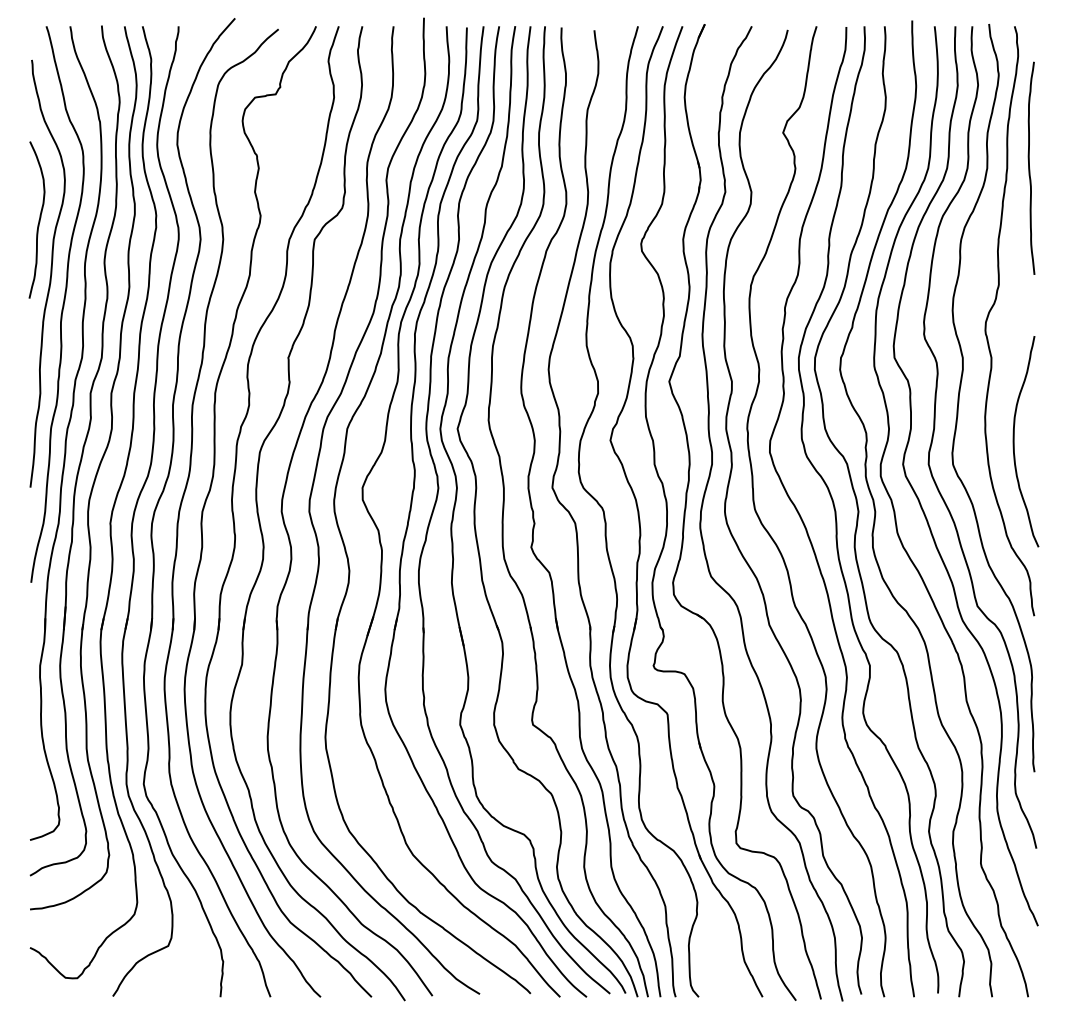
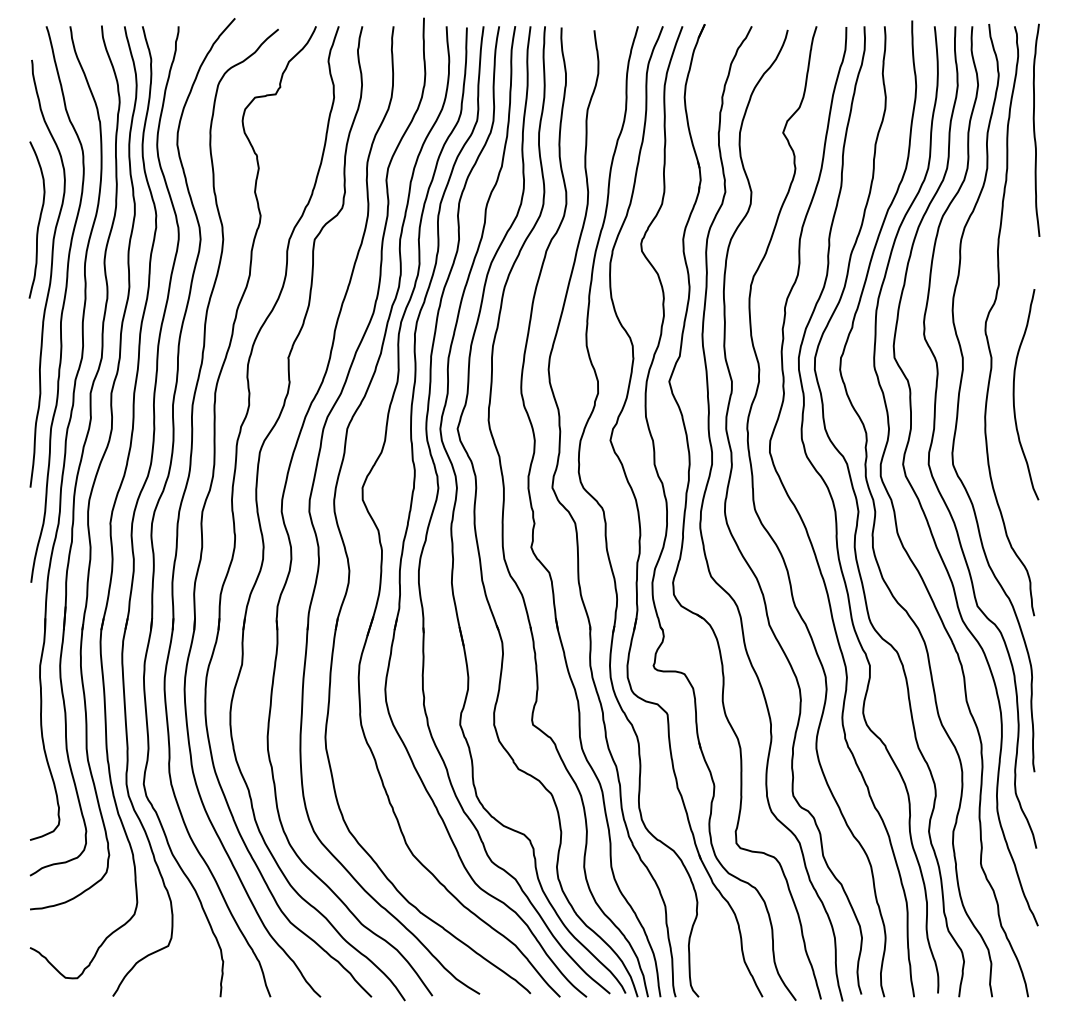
curve at (1030, 168) position: (1030, 168) -> (1035, 130)
curve at (1014, 441) position: (1014, 441) -> (1014, 394)
